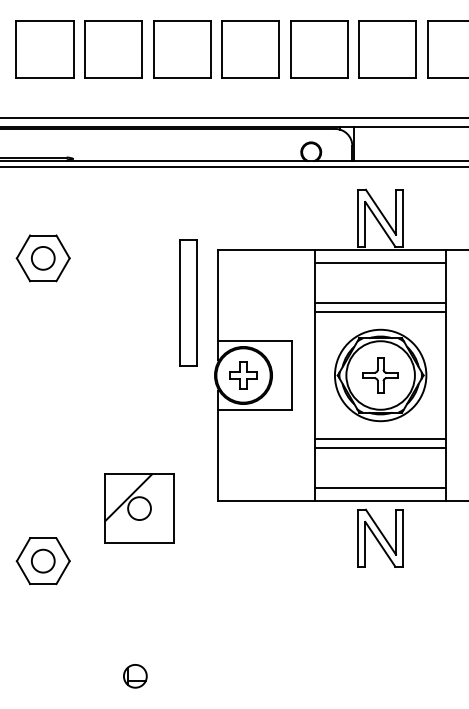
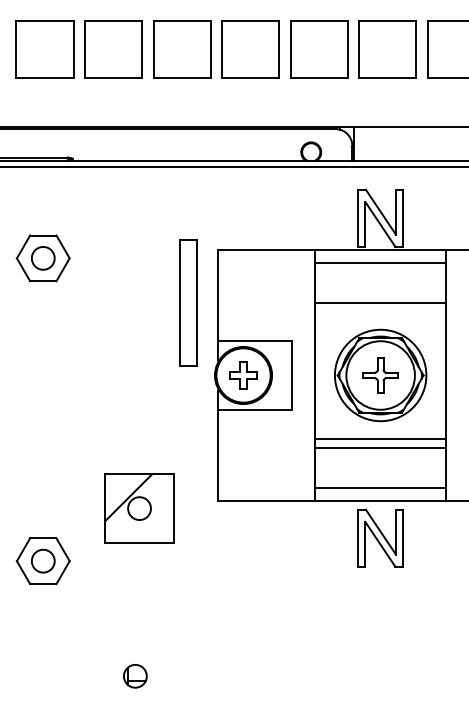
line at (233, 118): present -> none
line at (380, 311): present -> none
